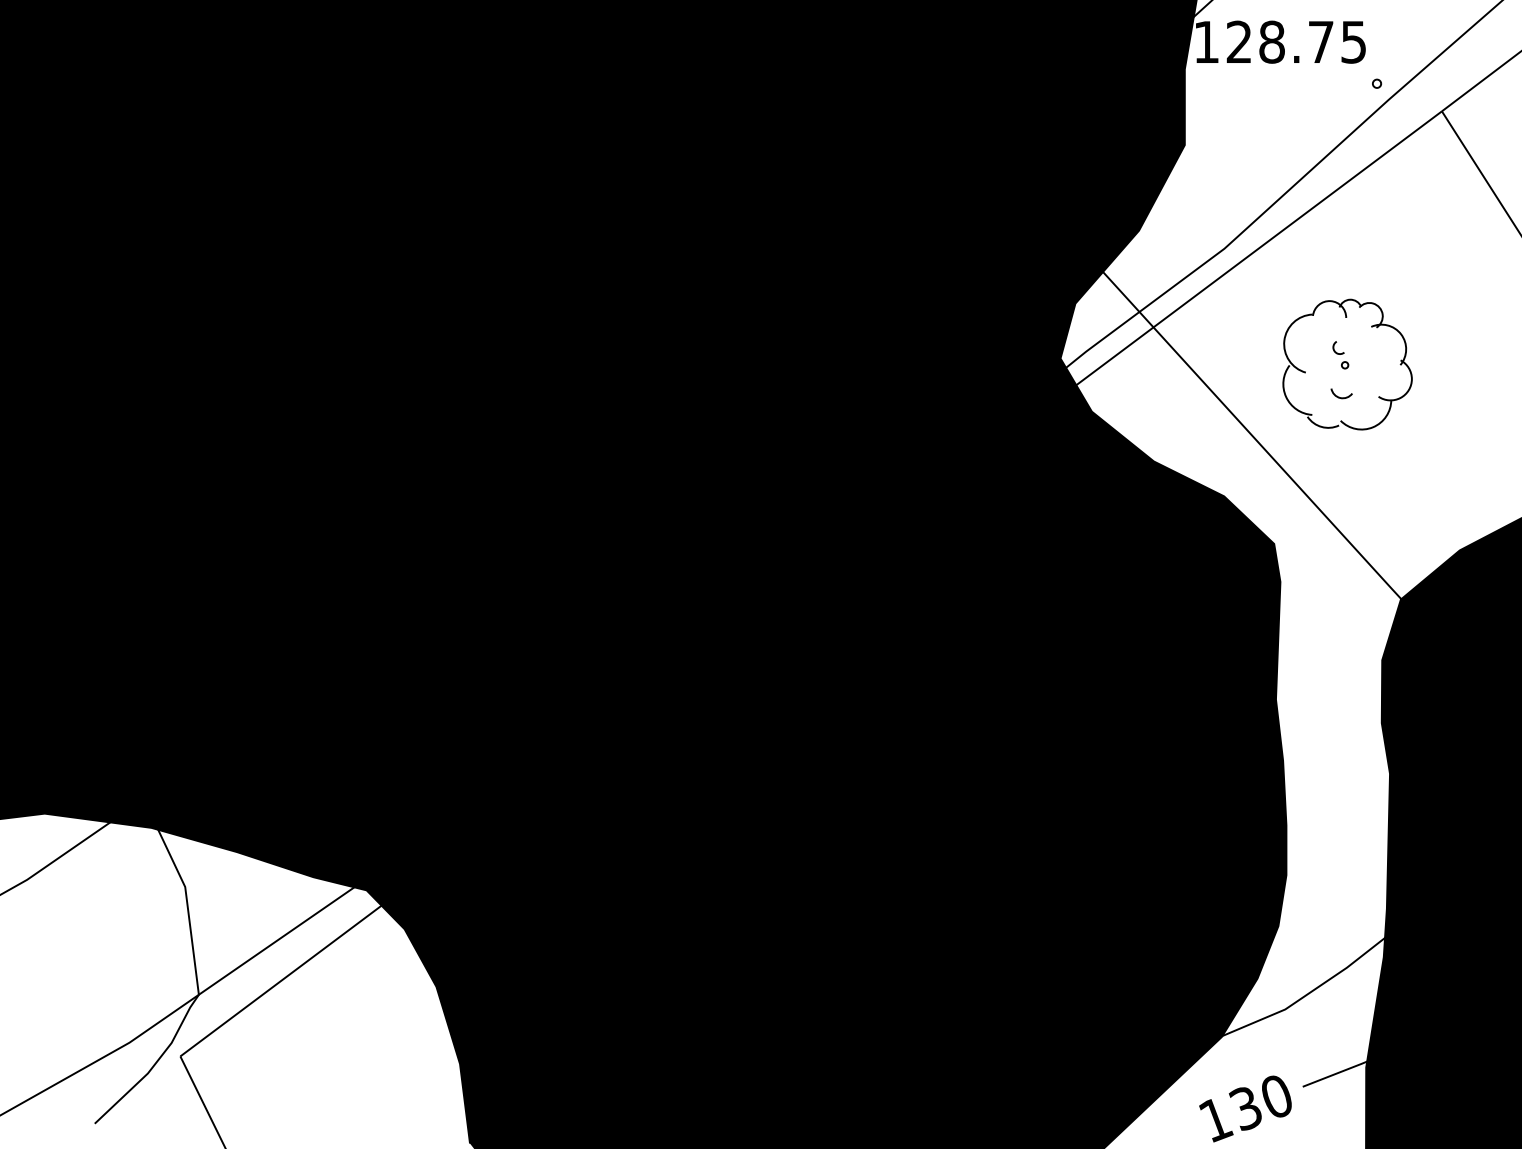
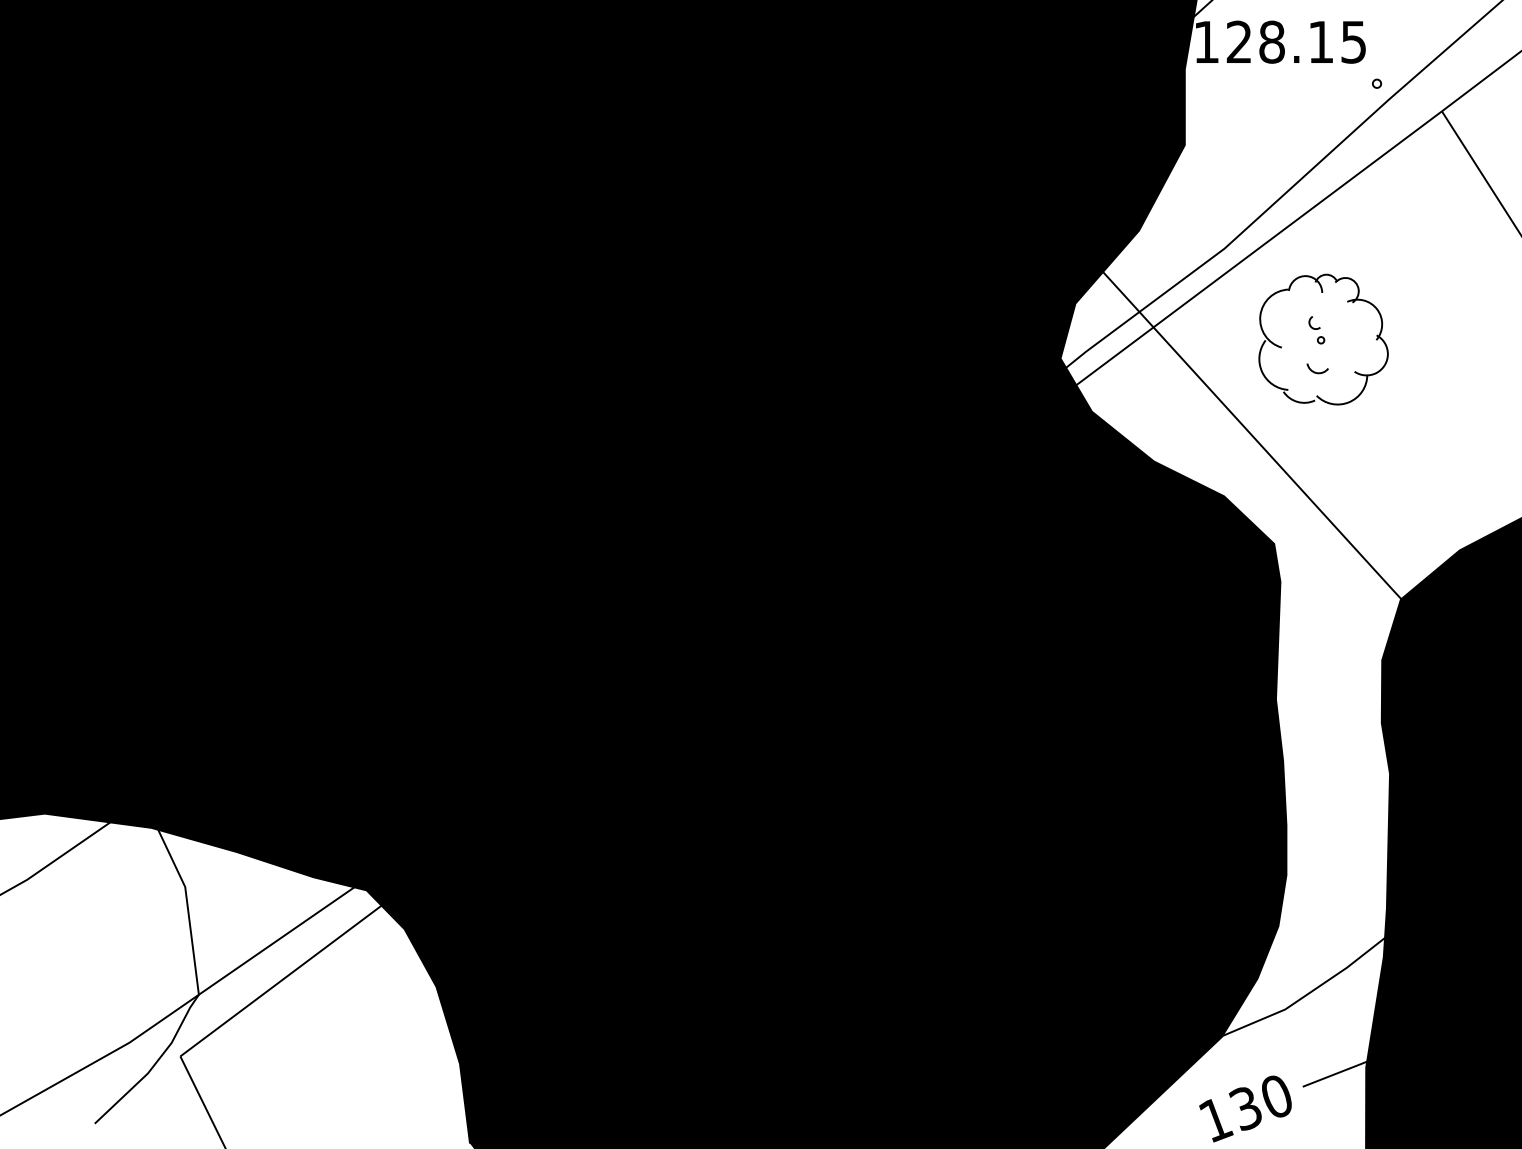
text at (1321, 41): 128.75 -> 128.15
part at (1347, 364) position: (1347, 364) -> (1323, 339)
